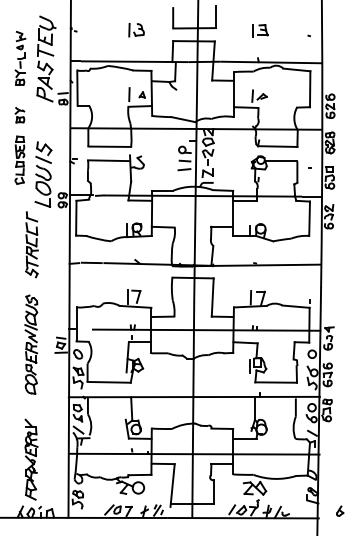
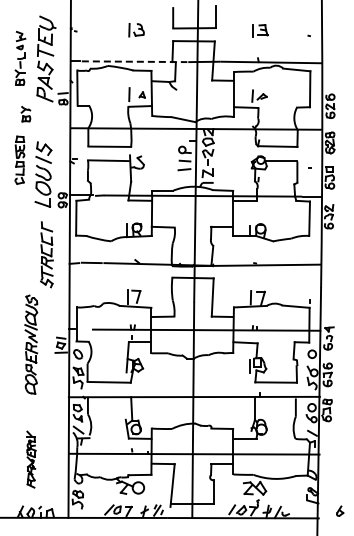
line at (134, 61): solid -> dashed
part at (19, 115) position: (19, 115) -> (25, 114)
part at (31, 244) position: (31, 244) -> (46, 254)
part at (31, 459) size: 15x83 px -> 11x59 px
